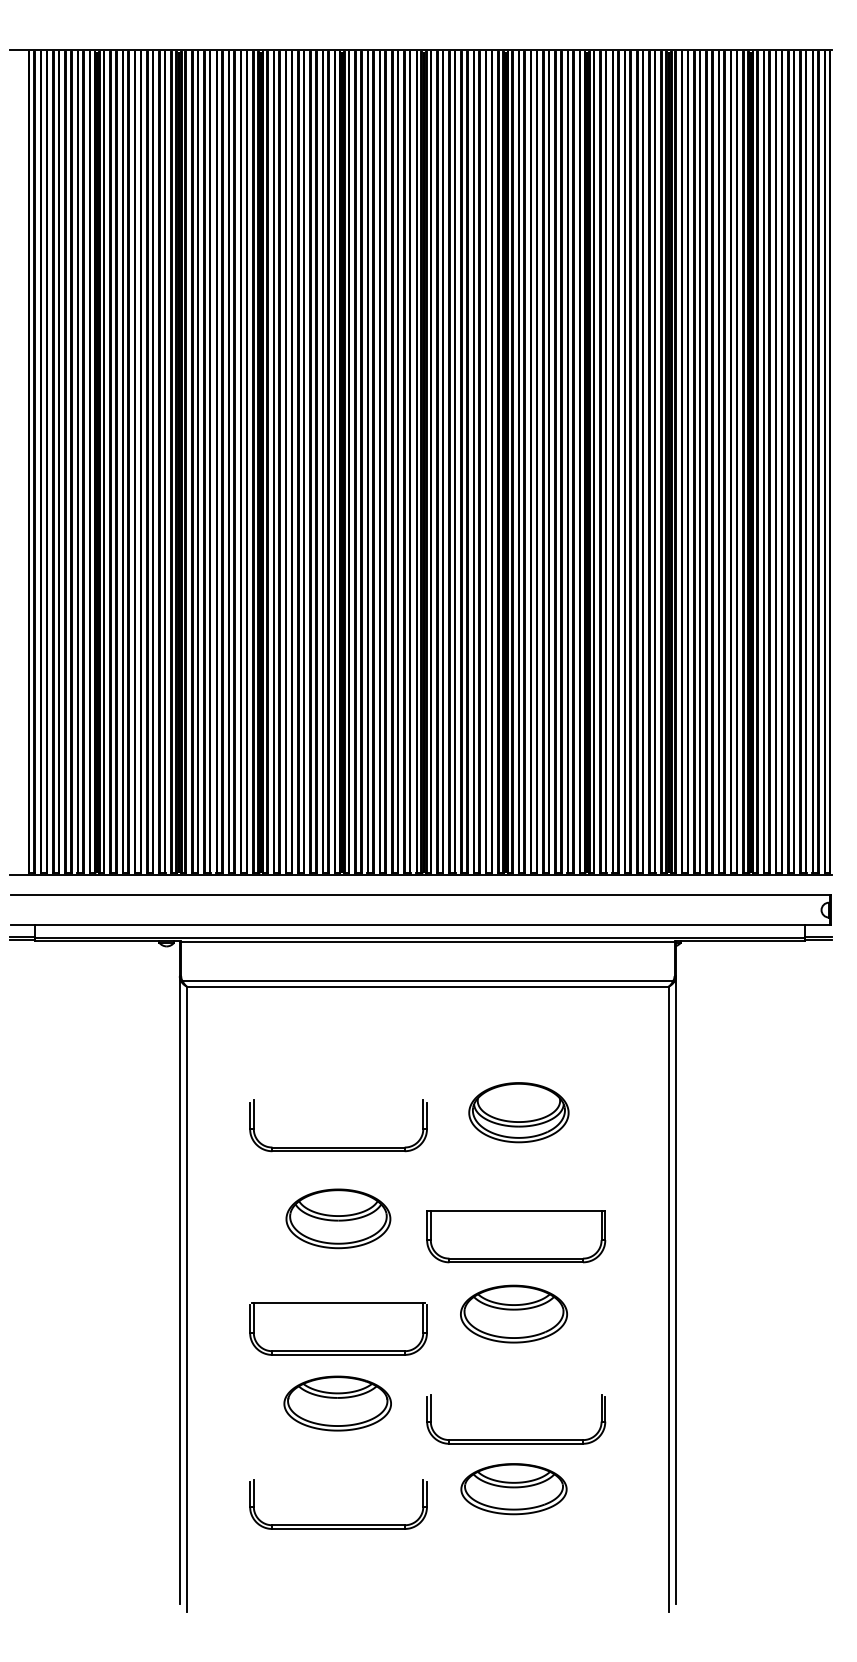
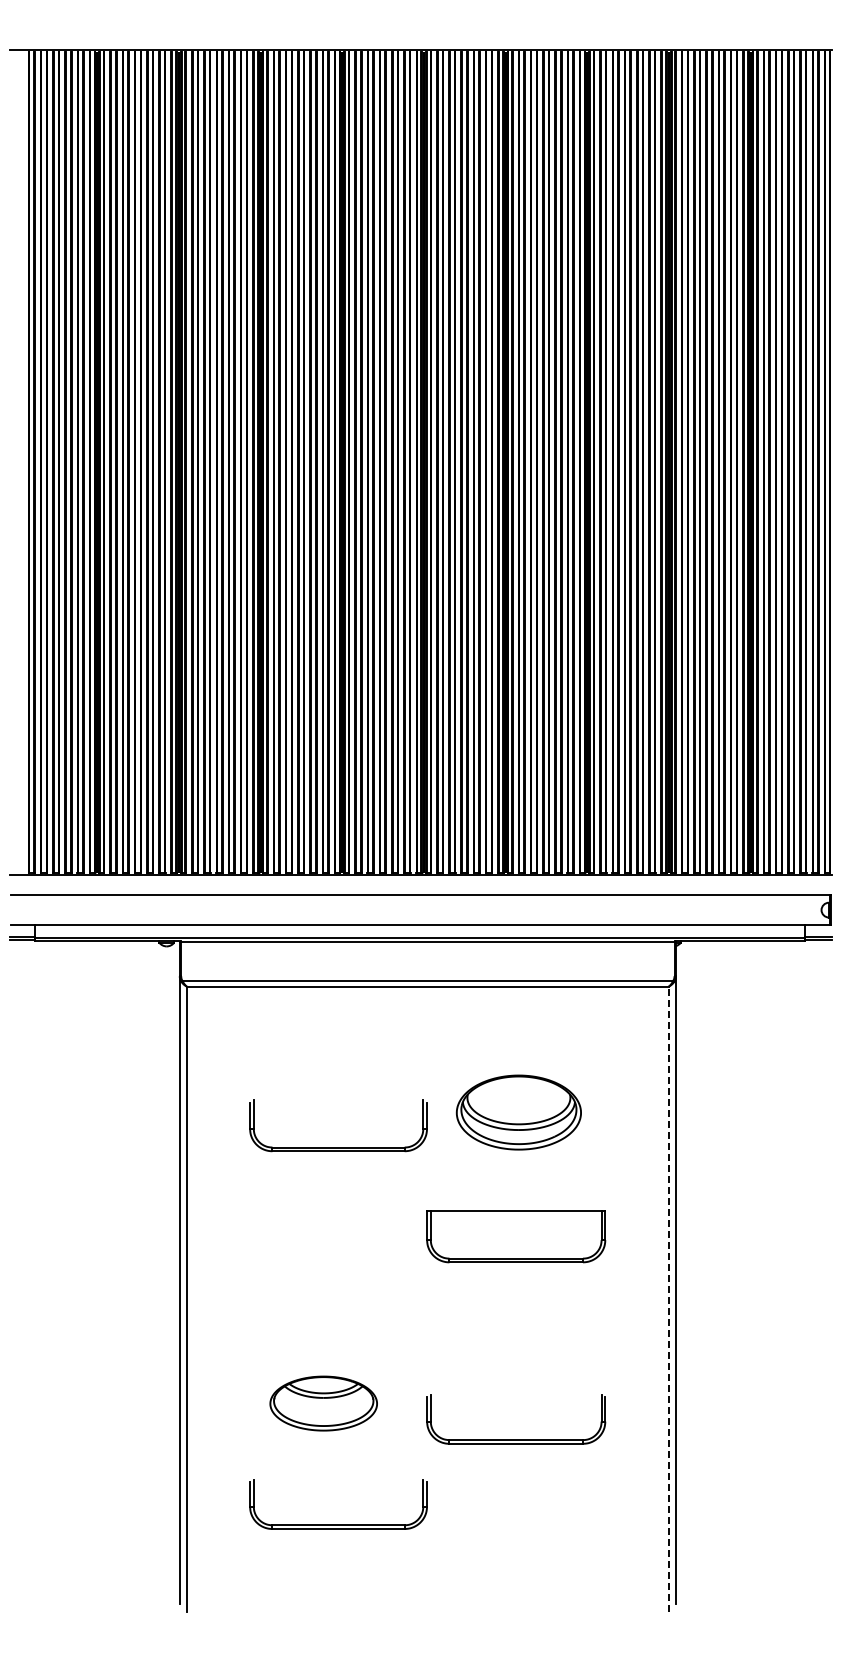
part at (518, 1112) size: 102x62 px -> 127x77 px
part at (338, 1218): present -> none
line at (668, 1299): solid -> dashed
part at (513, 1313): present -> none
part at (338, 1328): present -> none
part at (337, 1403) position: (337, 1403) -> (323, 1403)
part at (513, 1489): present -> none
